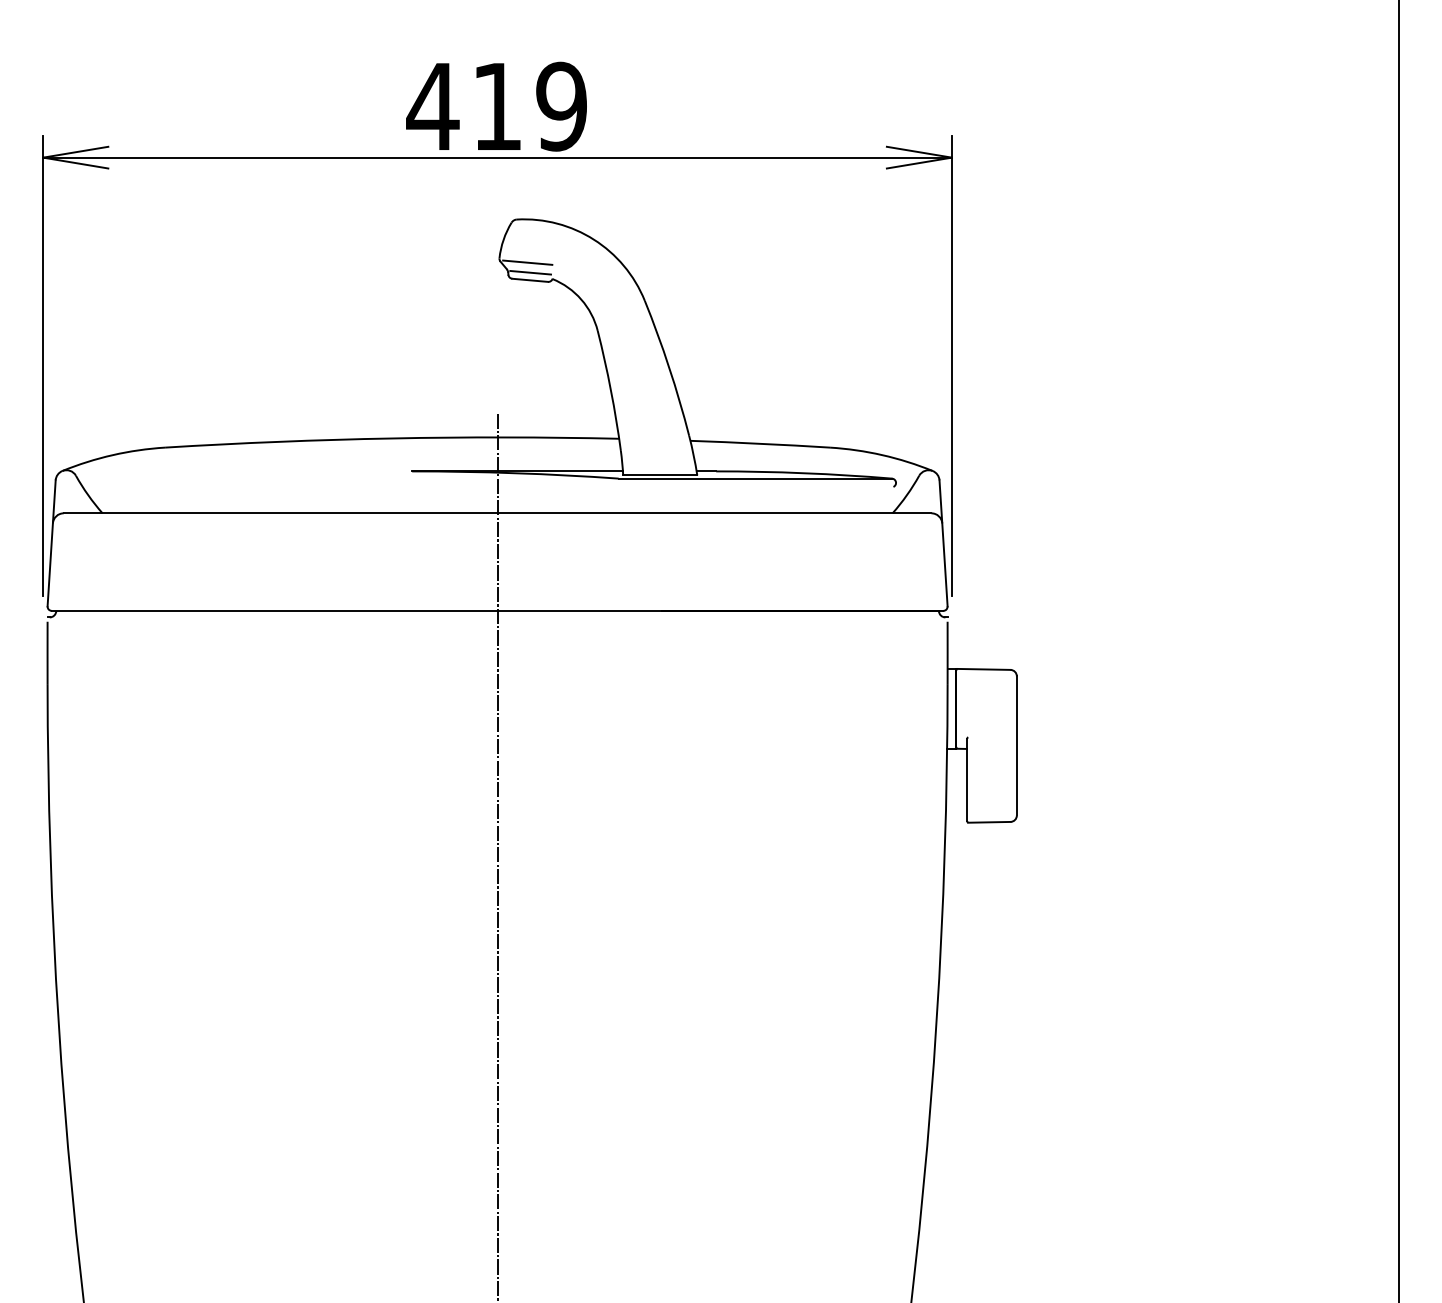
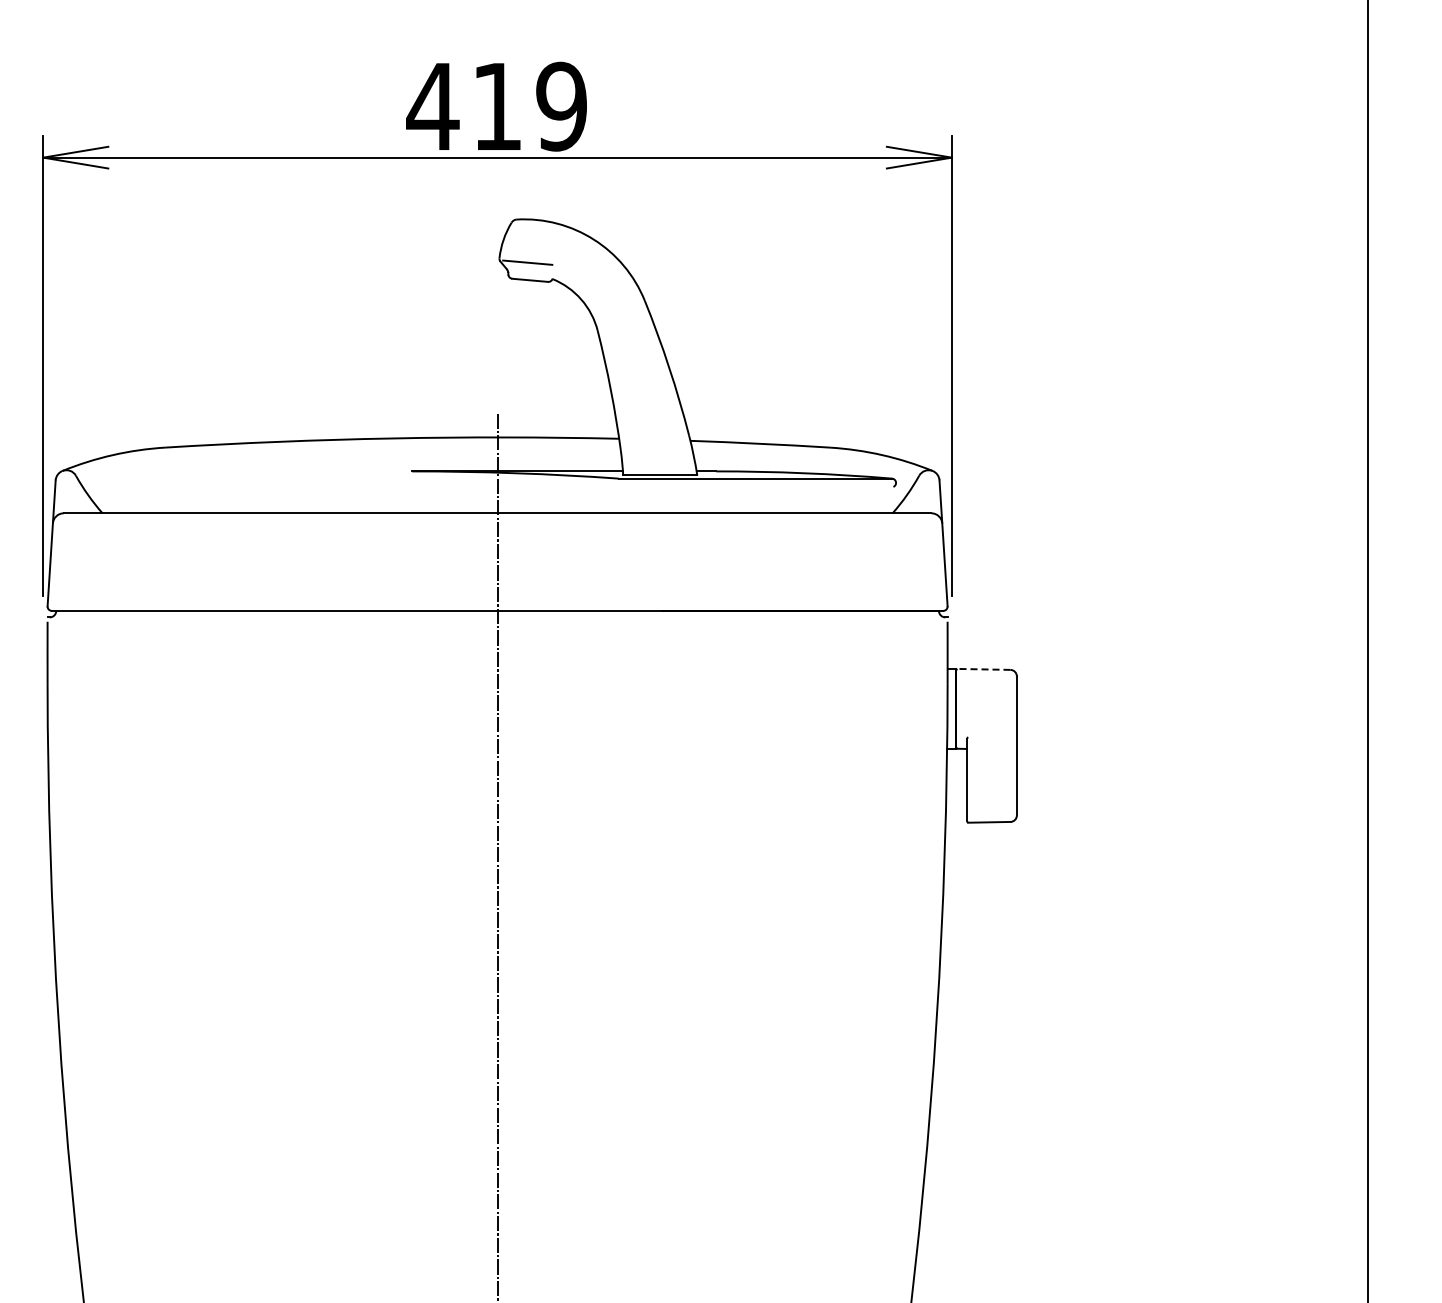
line at (530, 272): present -> none
line at (1398, 650) position: (1398, 650) -> (1367, 650)
line at (983, 669): solid -> dashed
